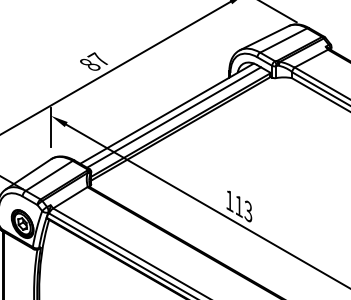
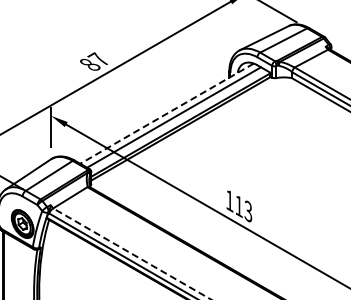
line at (166, 113): solid -> dashed
line at (131, 253): solid -> dashed
